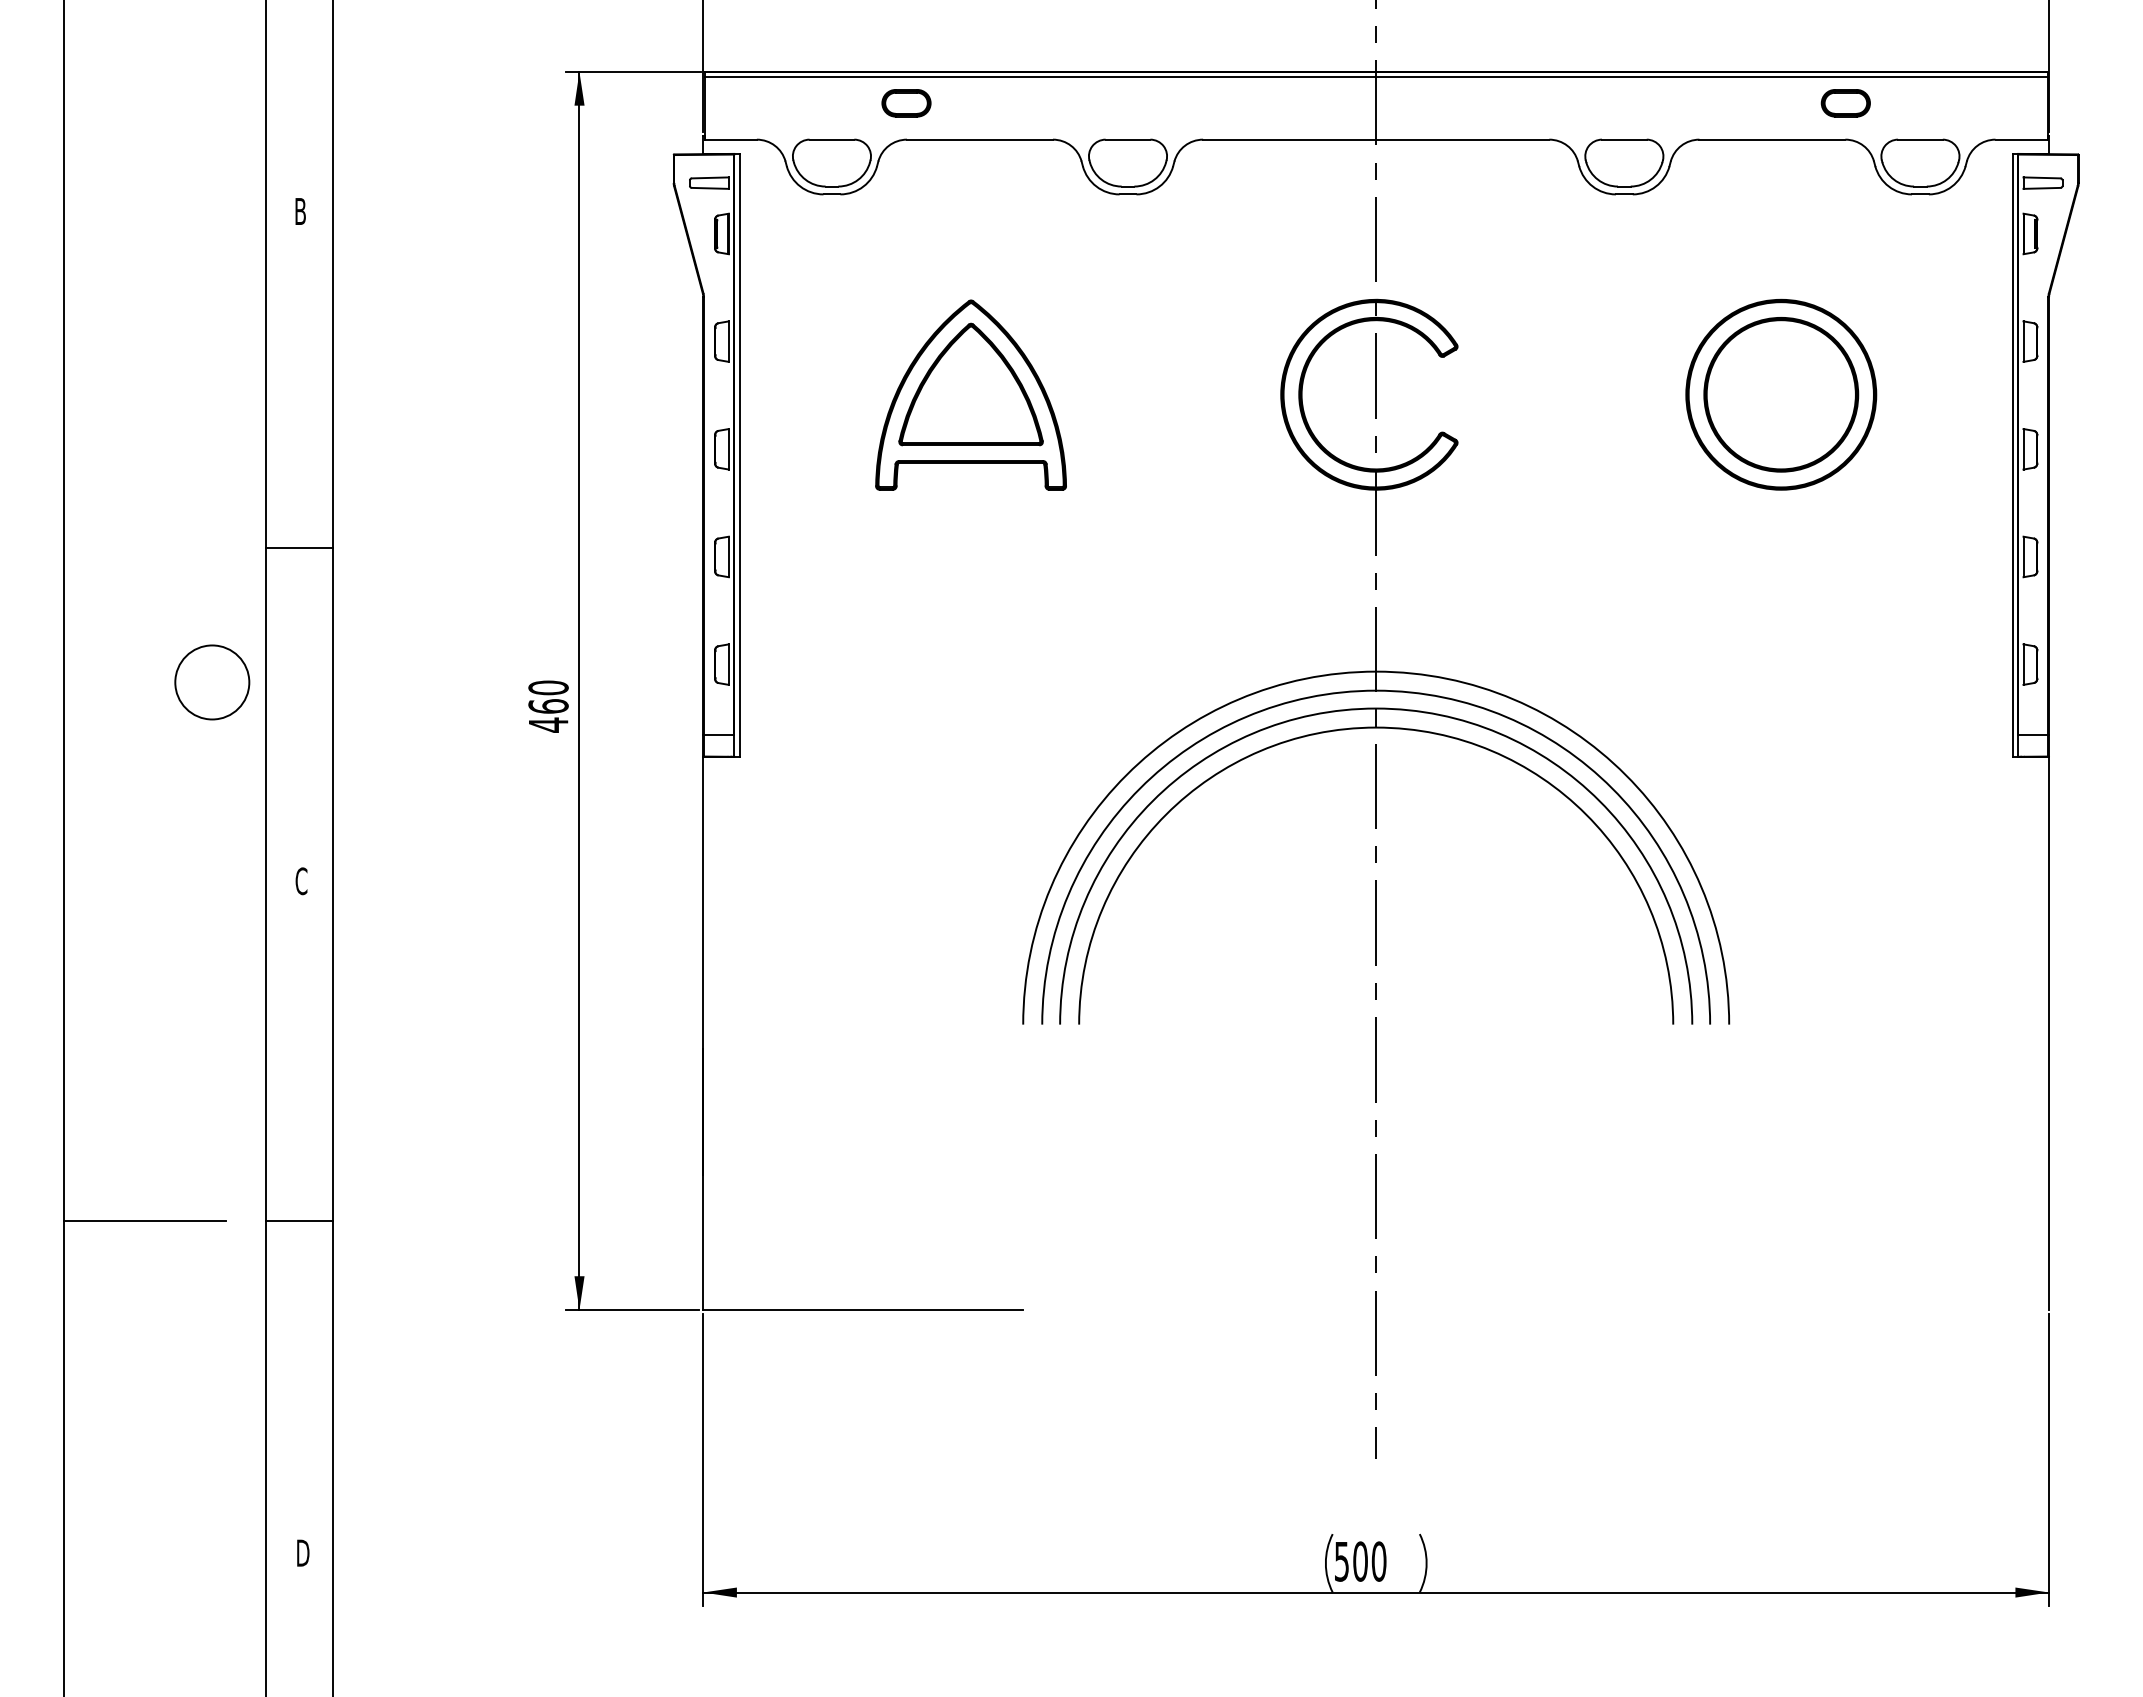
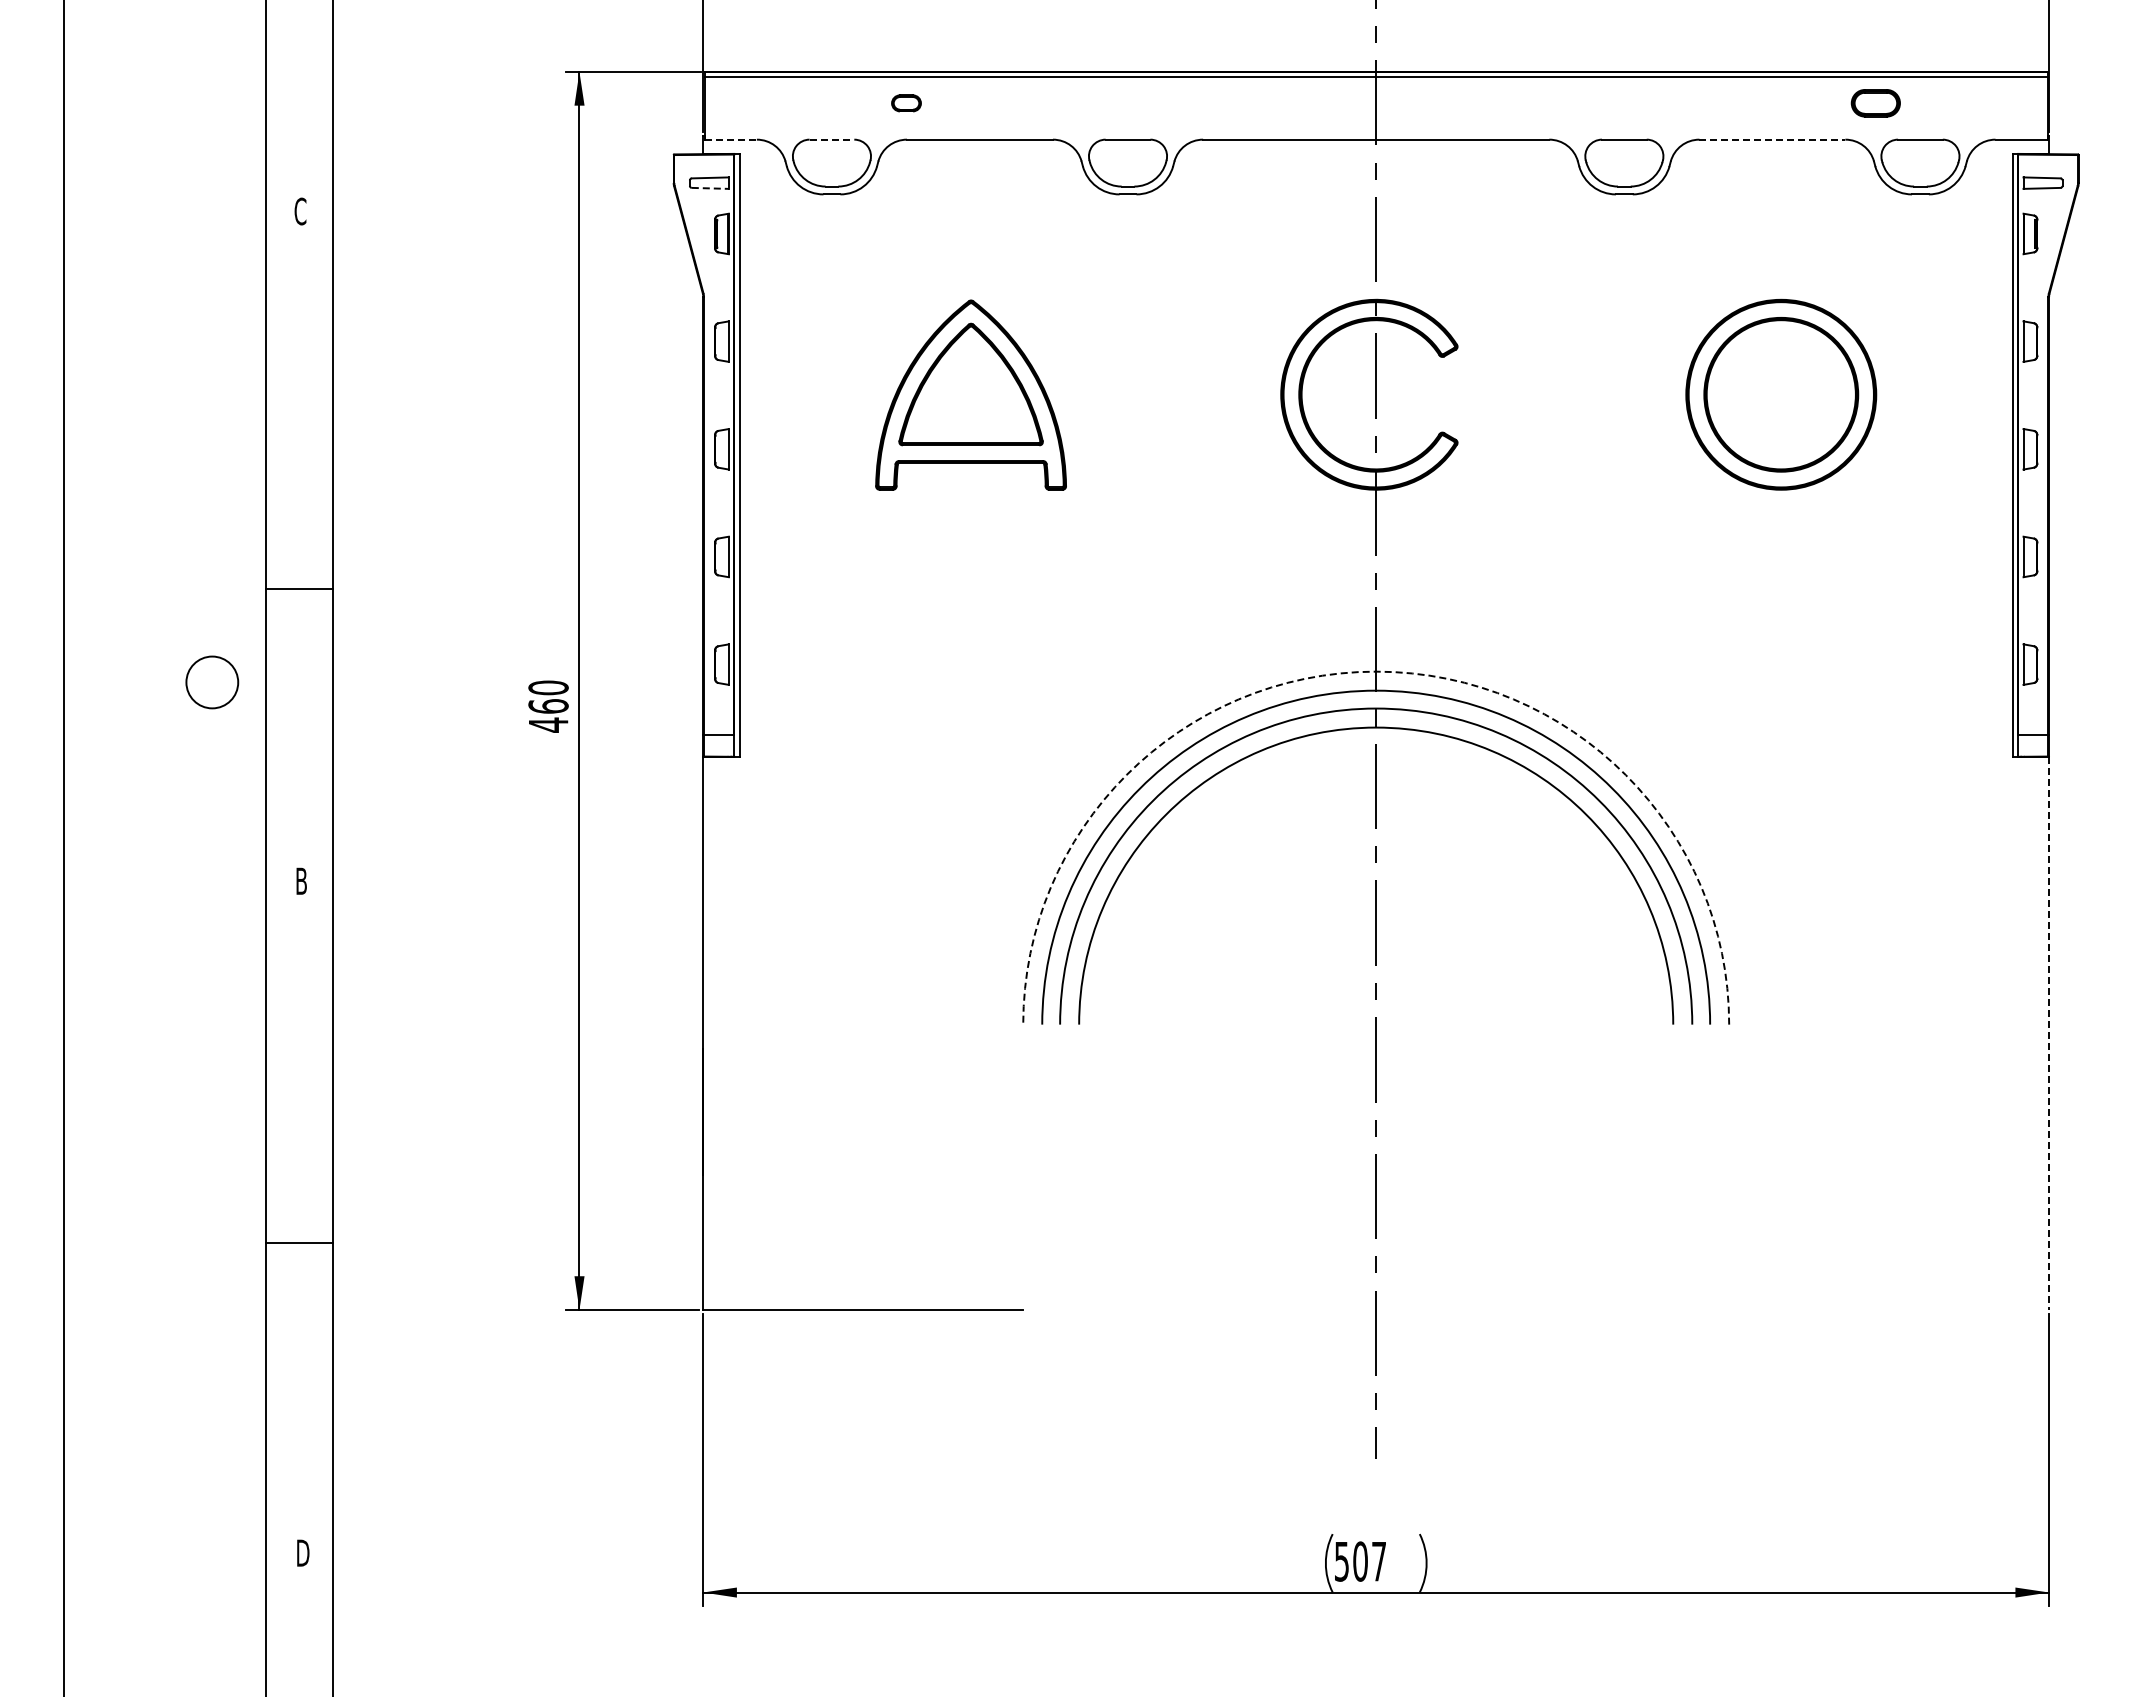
part at (906, 103) size: 51x29 px -> 31x19 px
part at (1845, 103) position: (1845, 103) -> (1875, 103)
line at (731, 139): solid -> dashed
line at (832, 139): solid -> dashed
line at (1772, 139): solid -> dashed
line at (710, 188): solid -> dashed
text at (300, 211): B -> C
line at (299, 547) position: (299, 547) -> (299, 588)
arc at (1376, 671): solid -> dashed
circle at (212, 682) diameter: 74 px -> 52 px
text at (301, 881): C -> B
line at (2049, 1033): solid -> dashed
line at (144, 1220): present -> none
line at (299, 1220) position: (299, 1220) -> (299, 1242)
text at (1378, 1561): 500 -> 507
